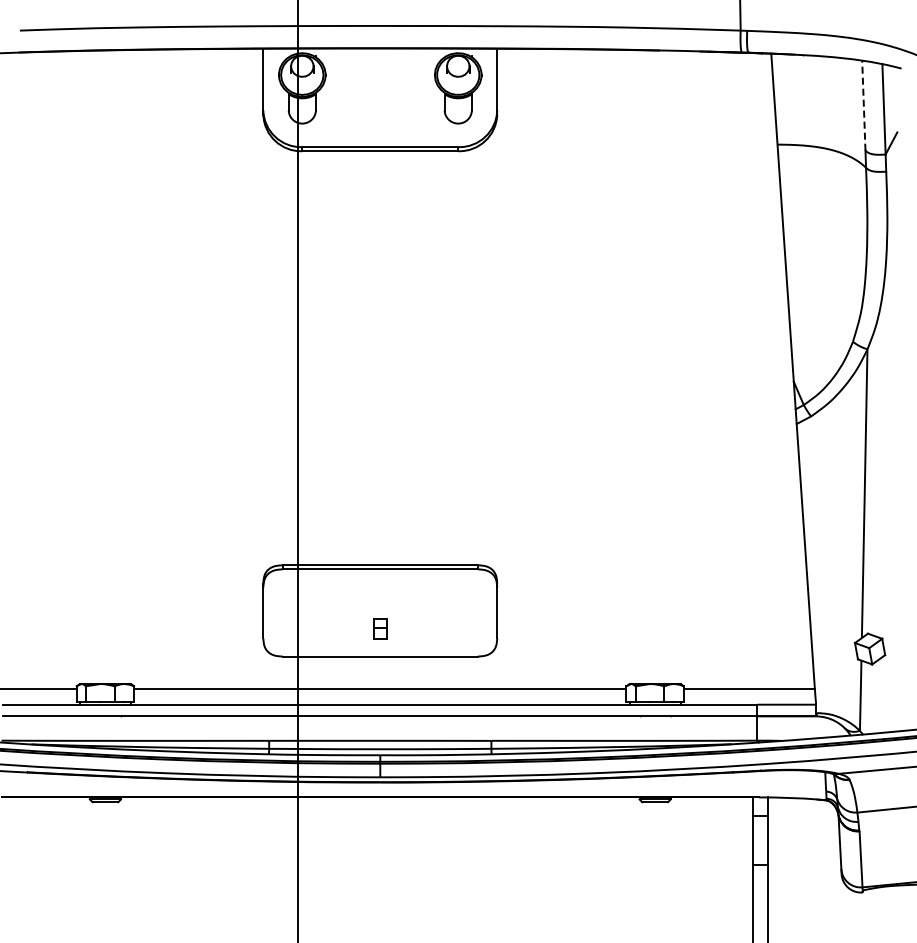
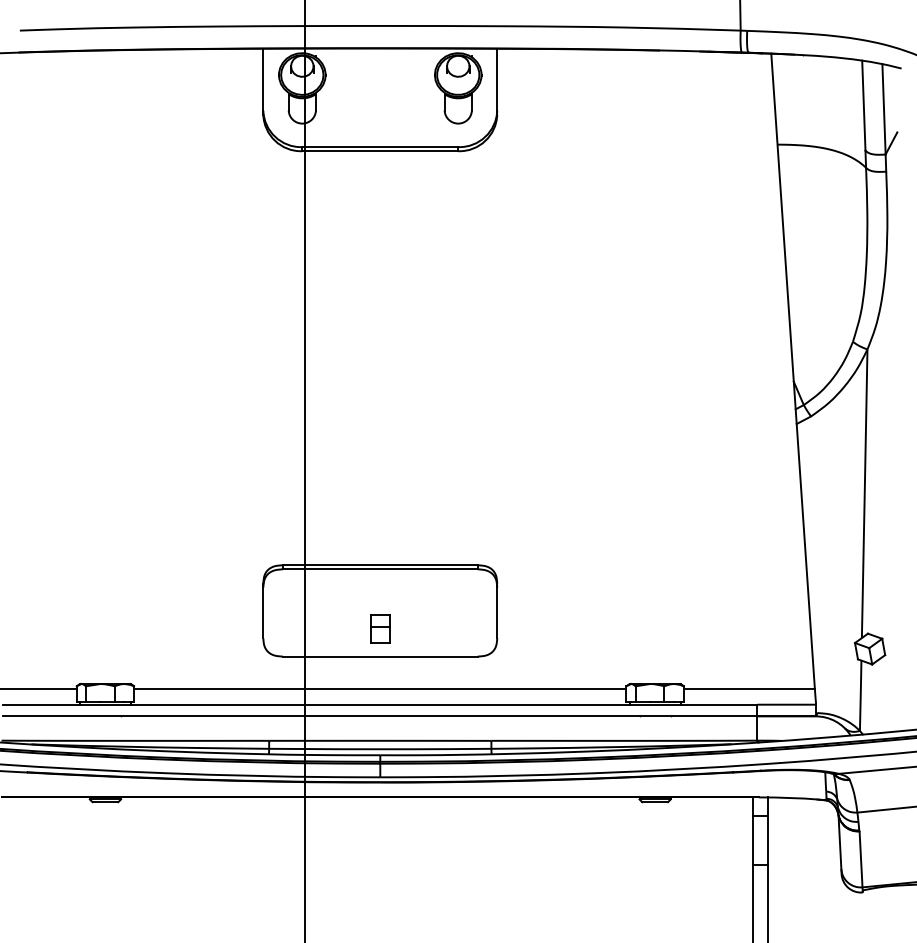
line at (863, 105): dashed -> solid
line at (298, 470) position: (298, 470) -> (305, 470)
part at (380, 628) size: 15x22 px -> 21x30 px
